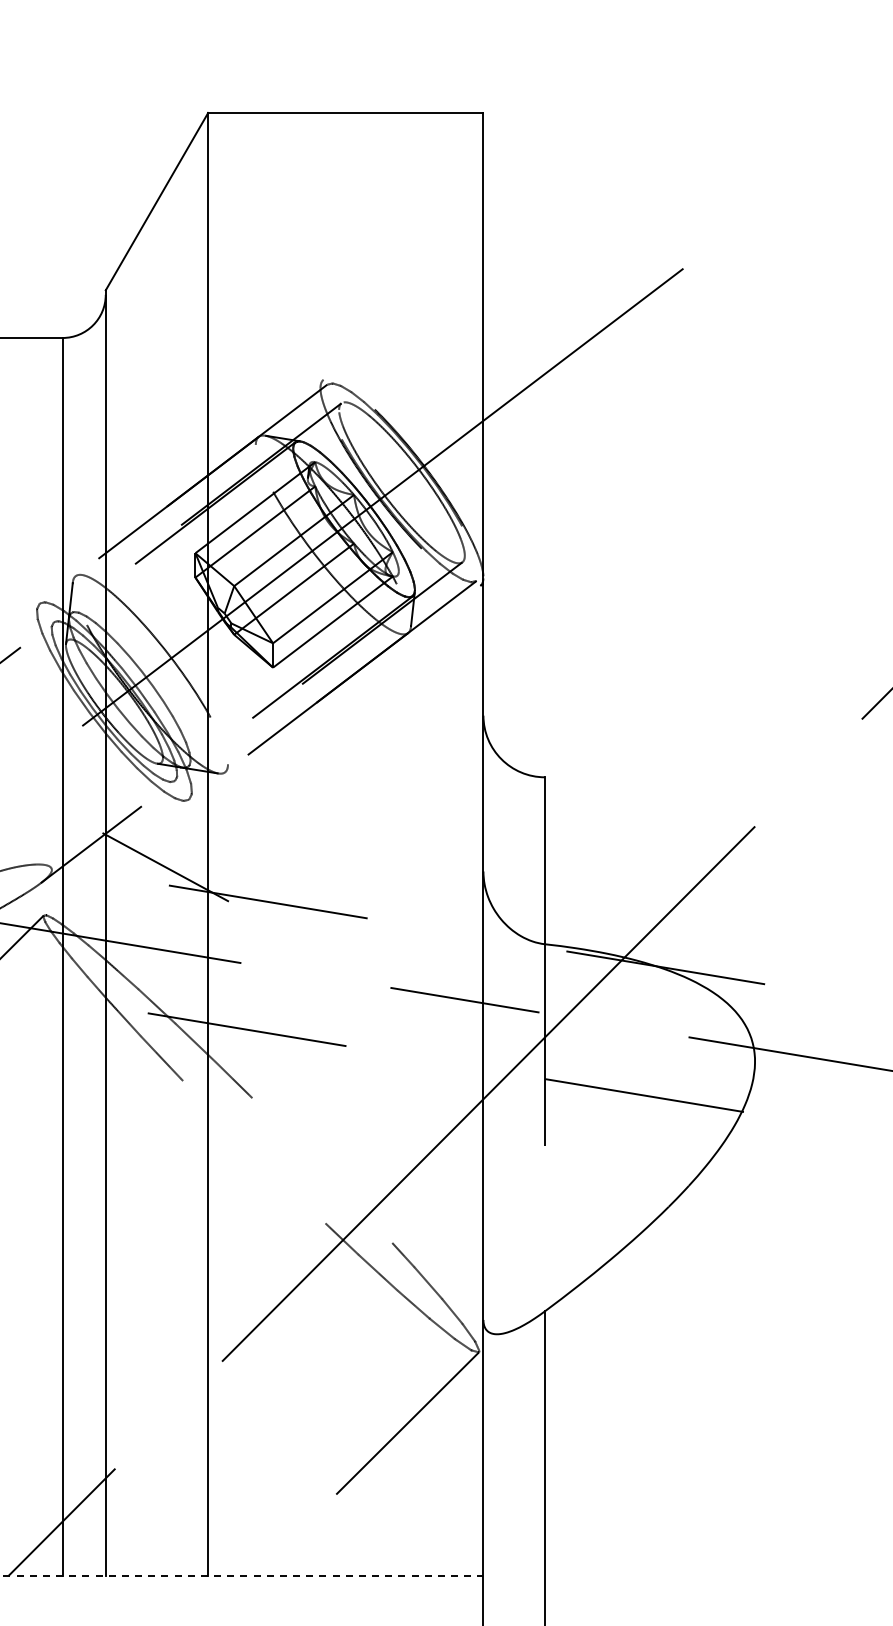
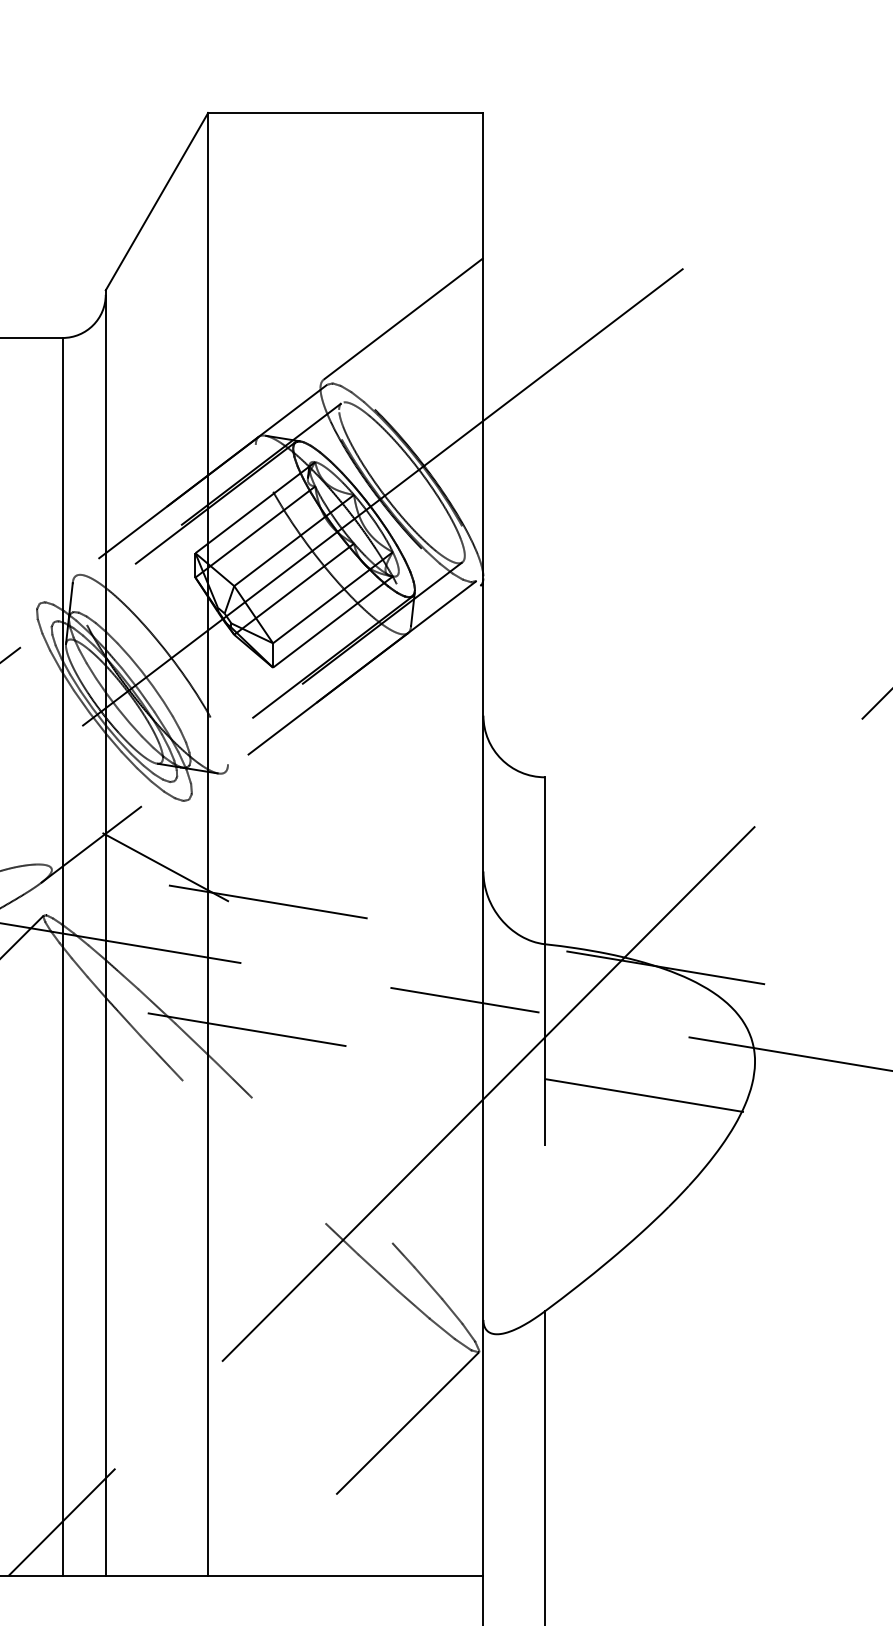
line at (403, 318): none -> present
line at (242, 1575): dashed -> solid
